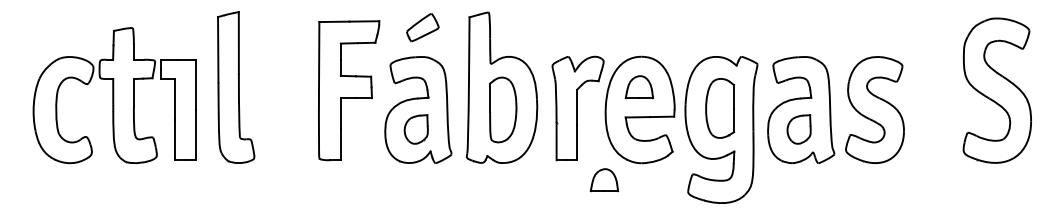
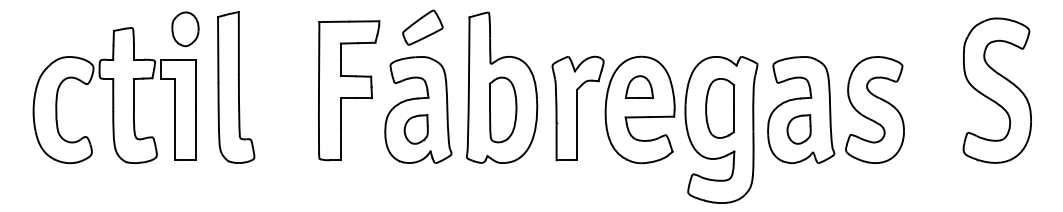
part at (422, 27) size: 34x30 px -> 42x37 px
part at (185, 29): none -> present
part at (604, 180): present -> none
